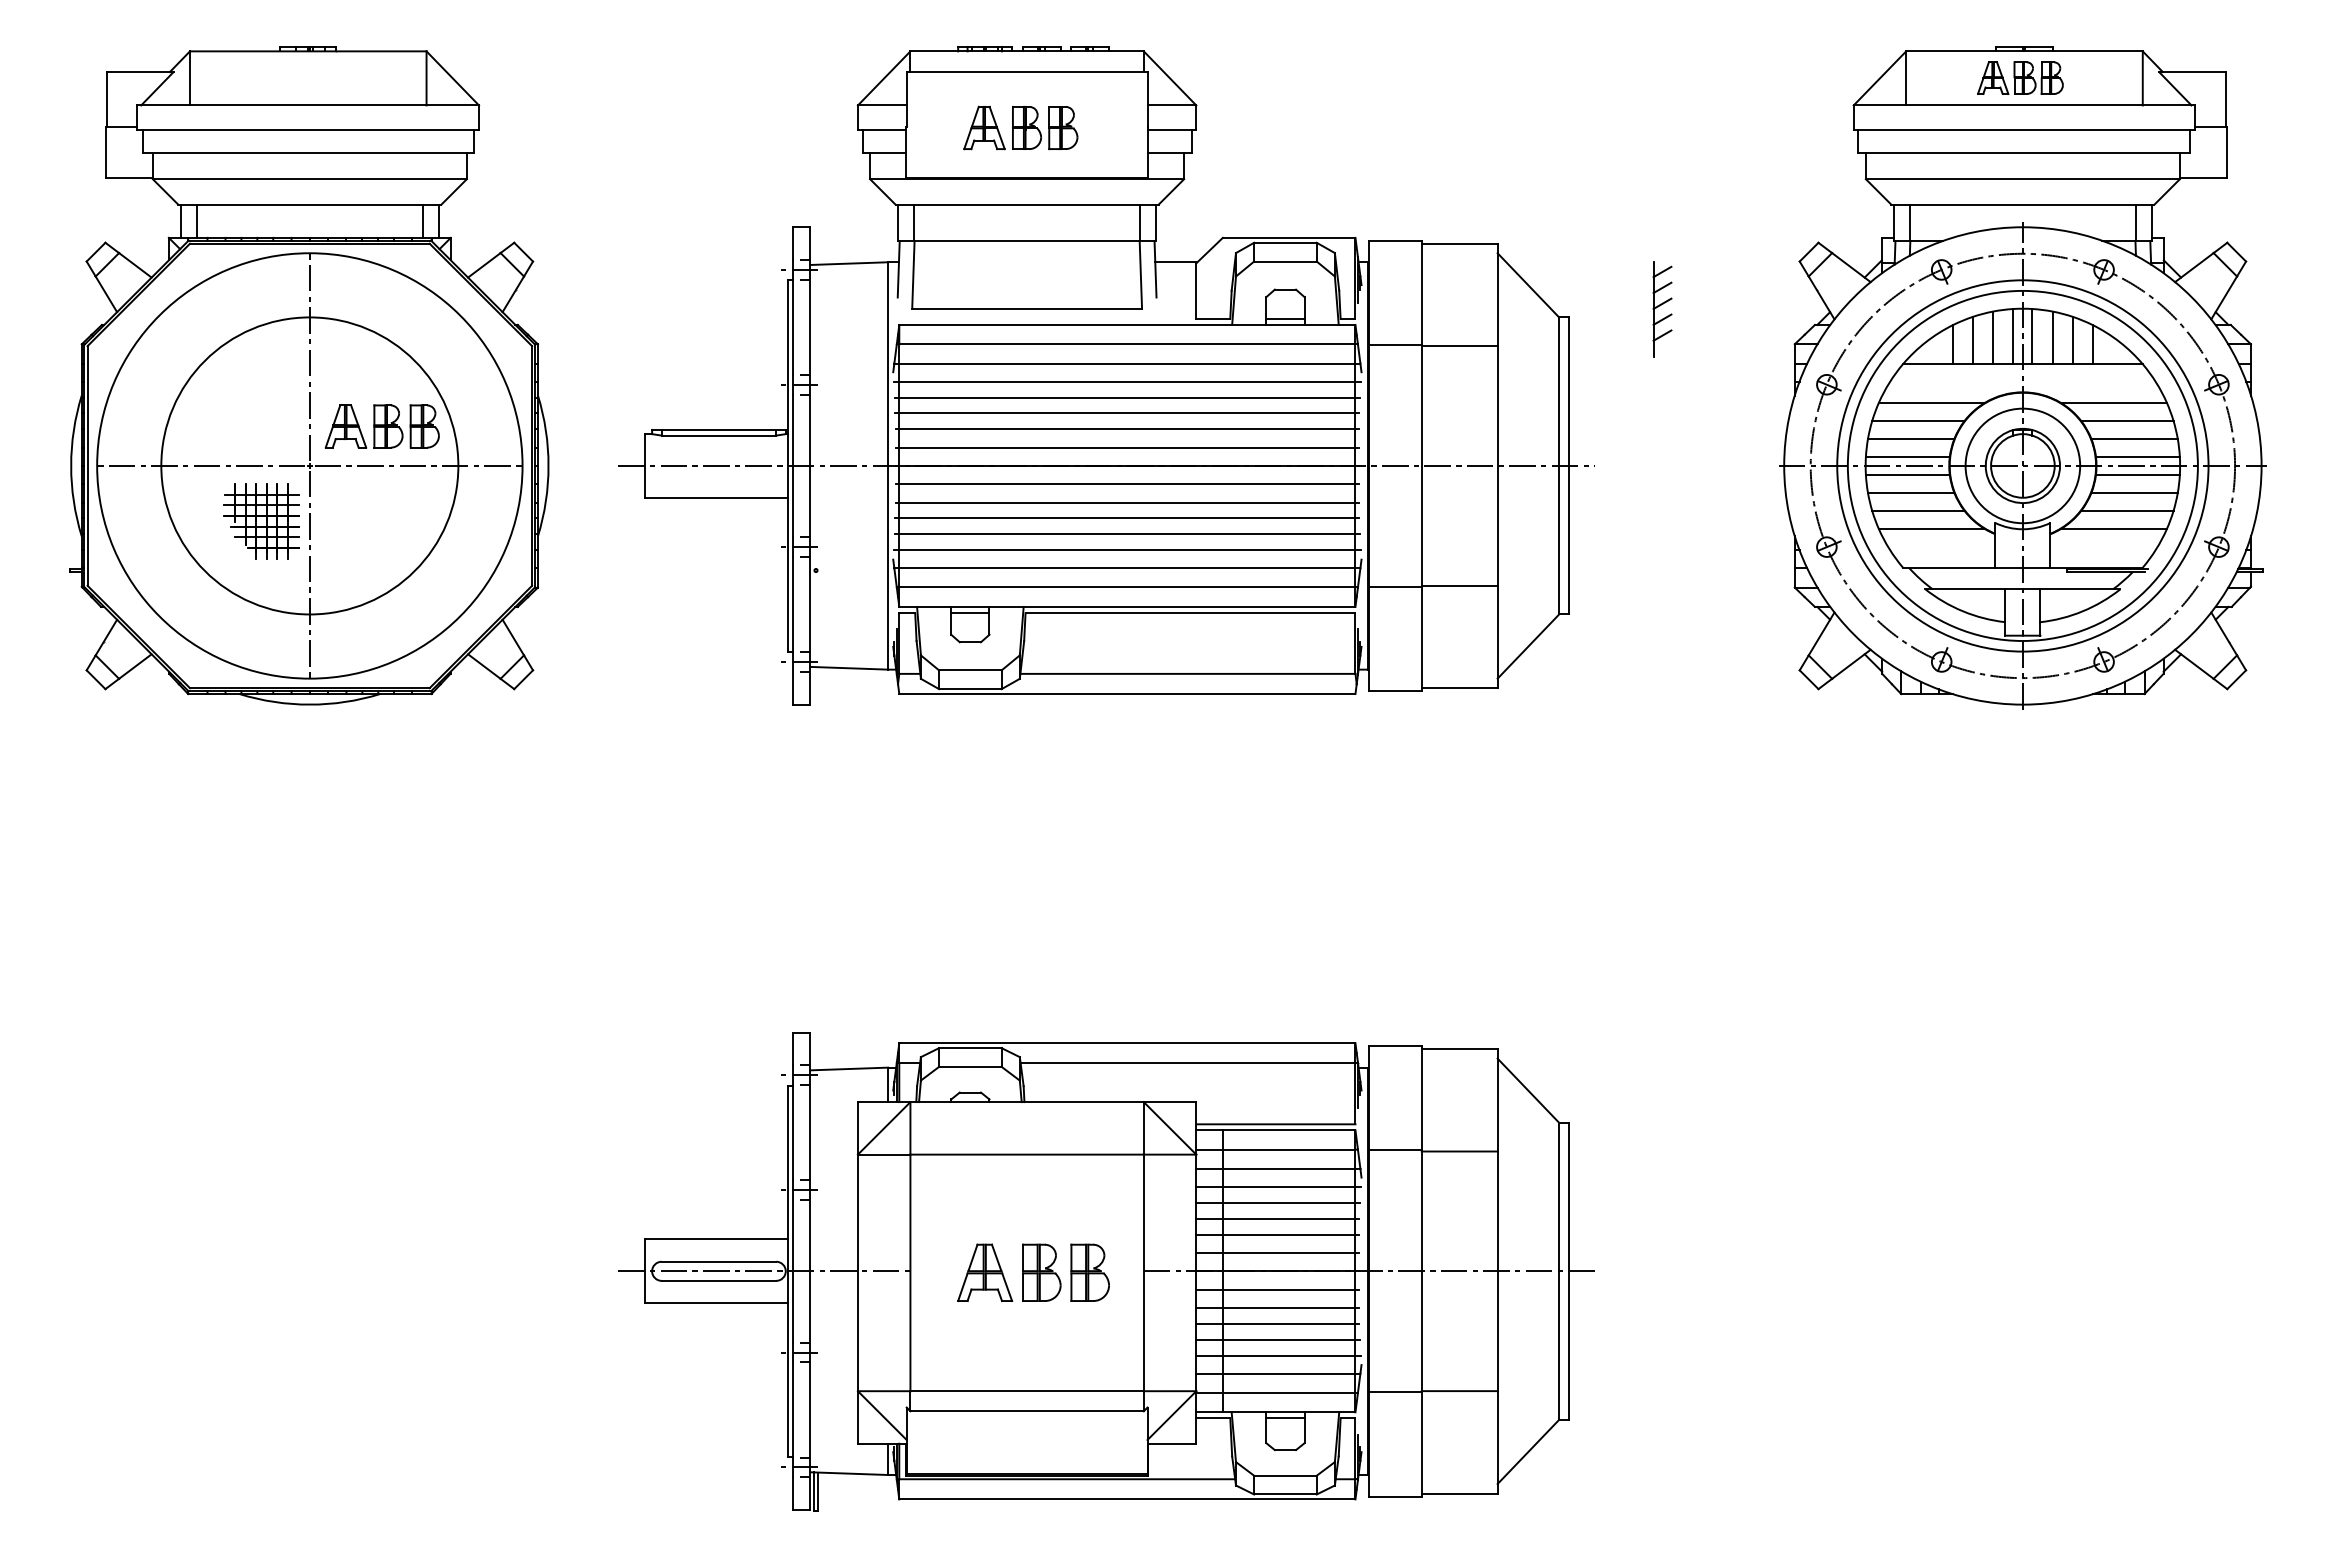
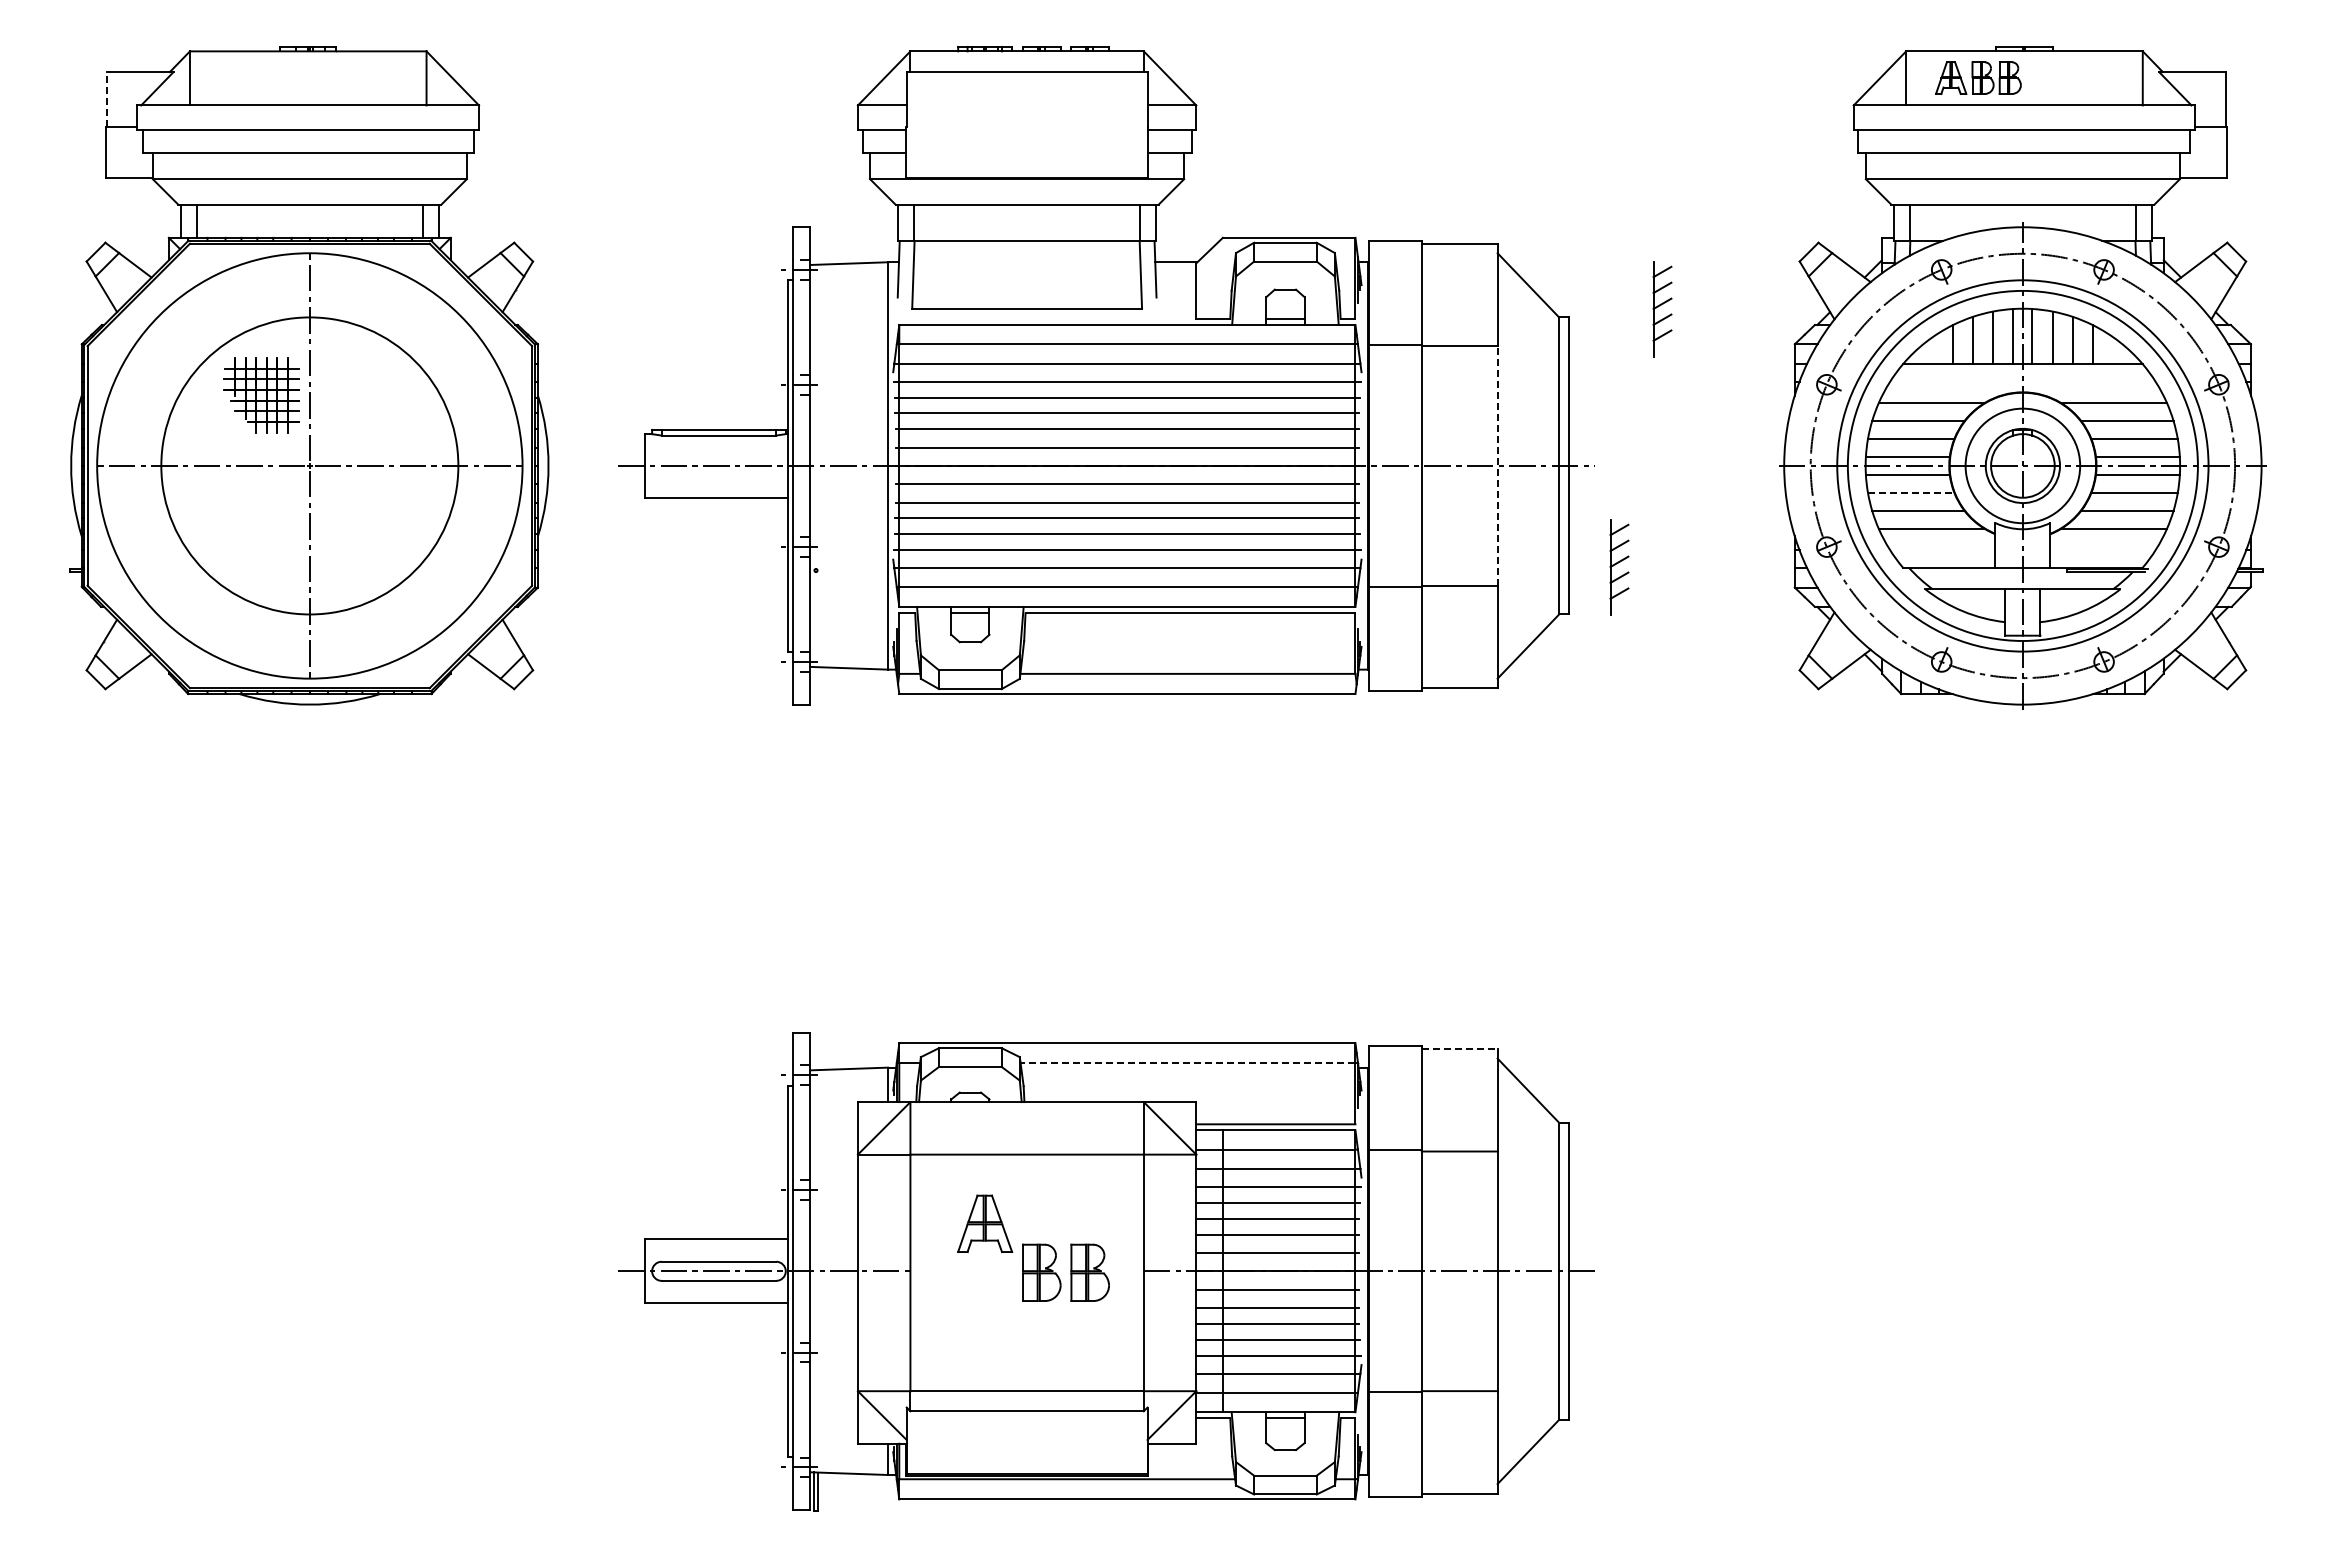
part at (2020, 77) position: (2020, 77) -> (1978, 77)
line at (106, 98): solid -> dashed
part at (1020, 127): present -> none
part at (381, 426): present -> none
line at (1497, 465): solid -> dashed
line at (1911, 493): solid -> dashed
part at (261, 521) position: (261, 521) -> (261, 395)
part at (1619, 567): none -> present
line at (1459, 1049): solid -> dashed
line at (1187, 1063): solid -> dashed
part at (985, 1272) position: (985, 1272) -> (985, 1223)
